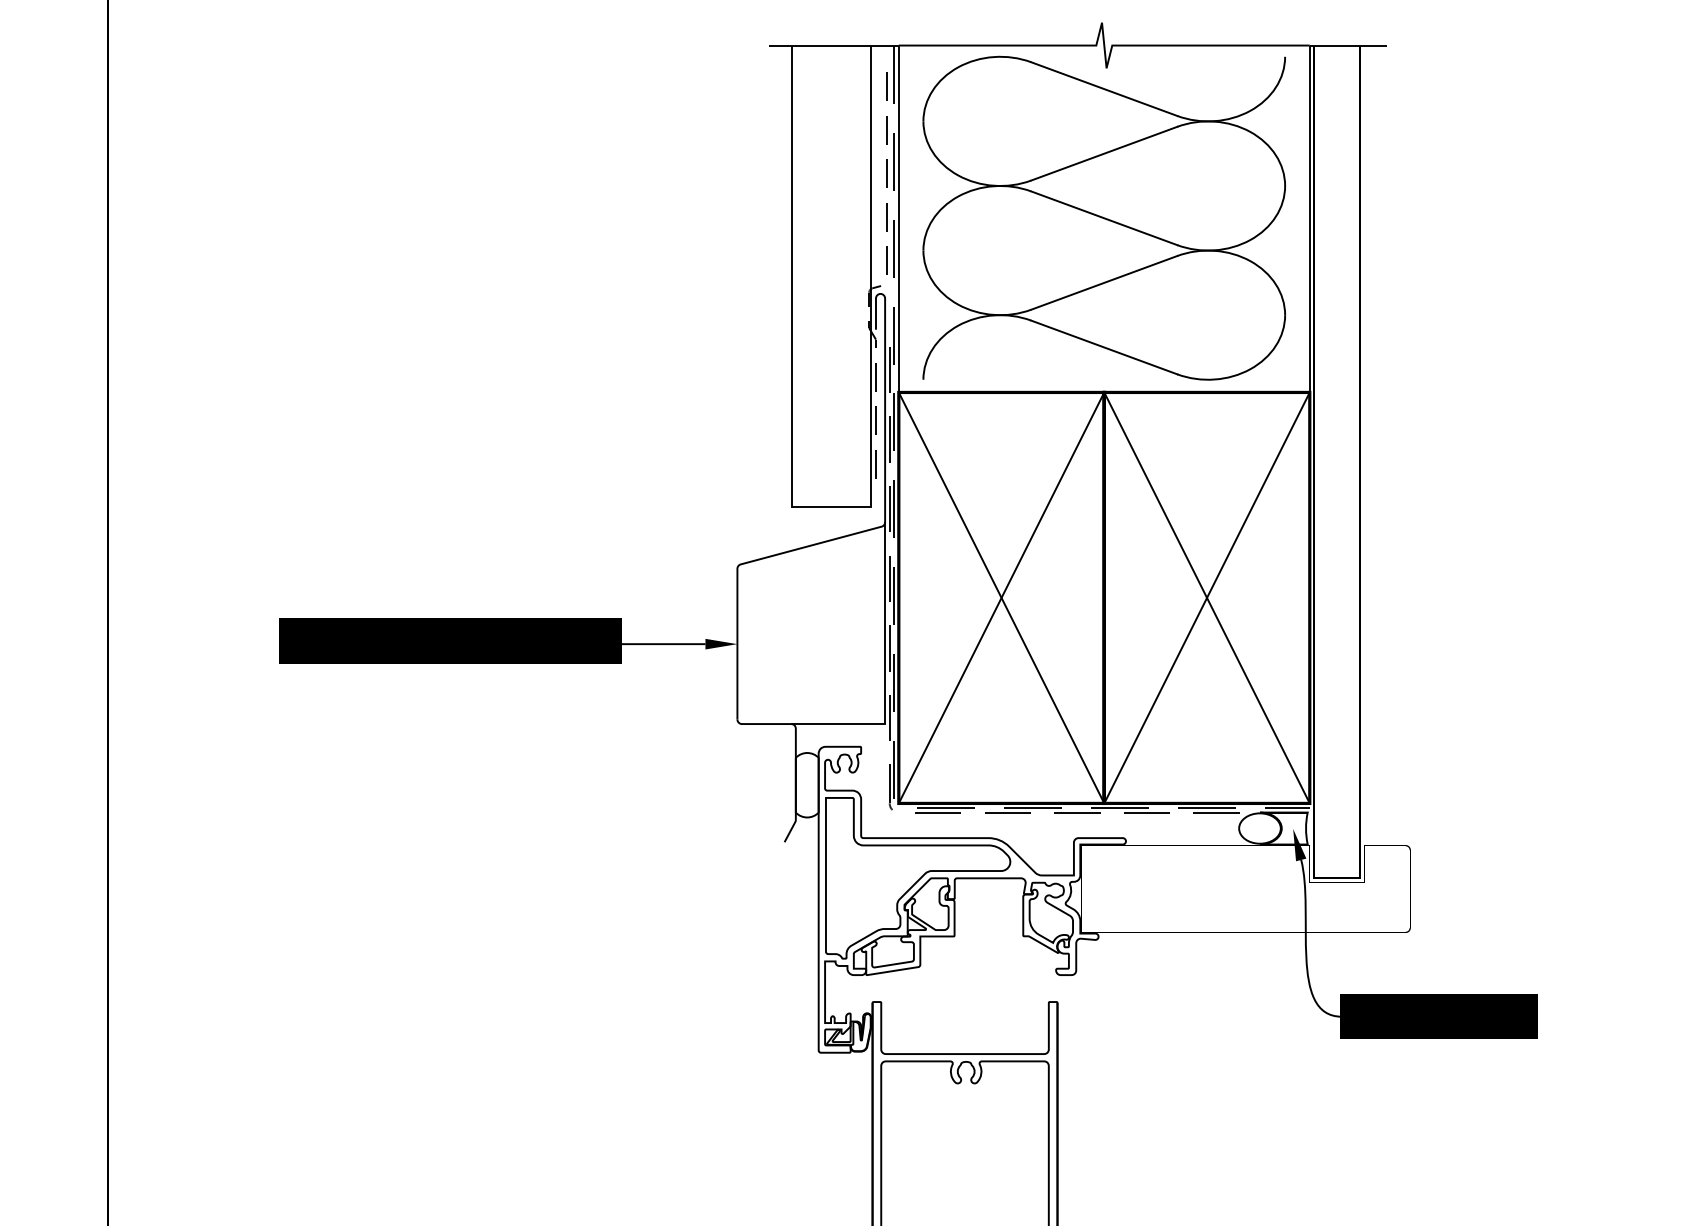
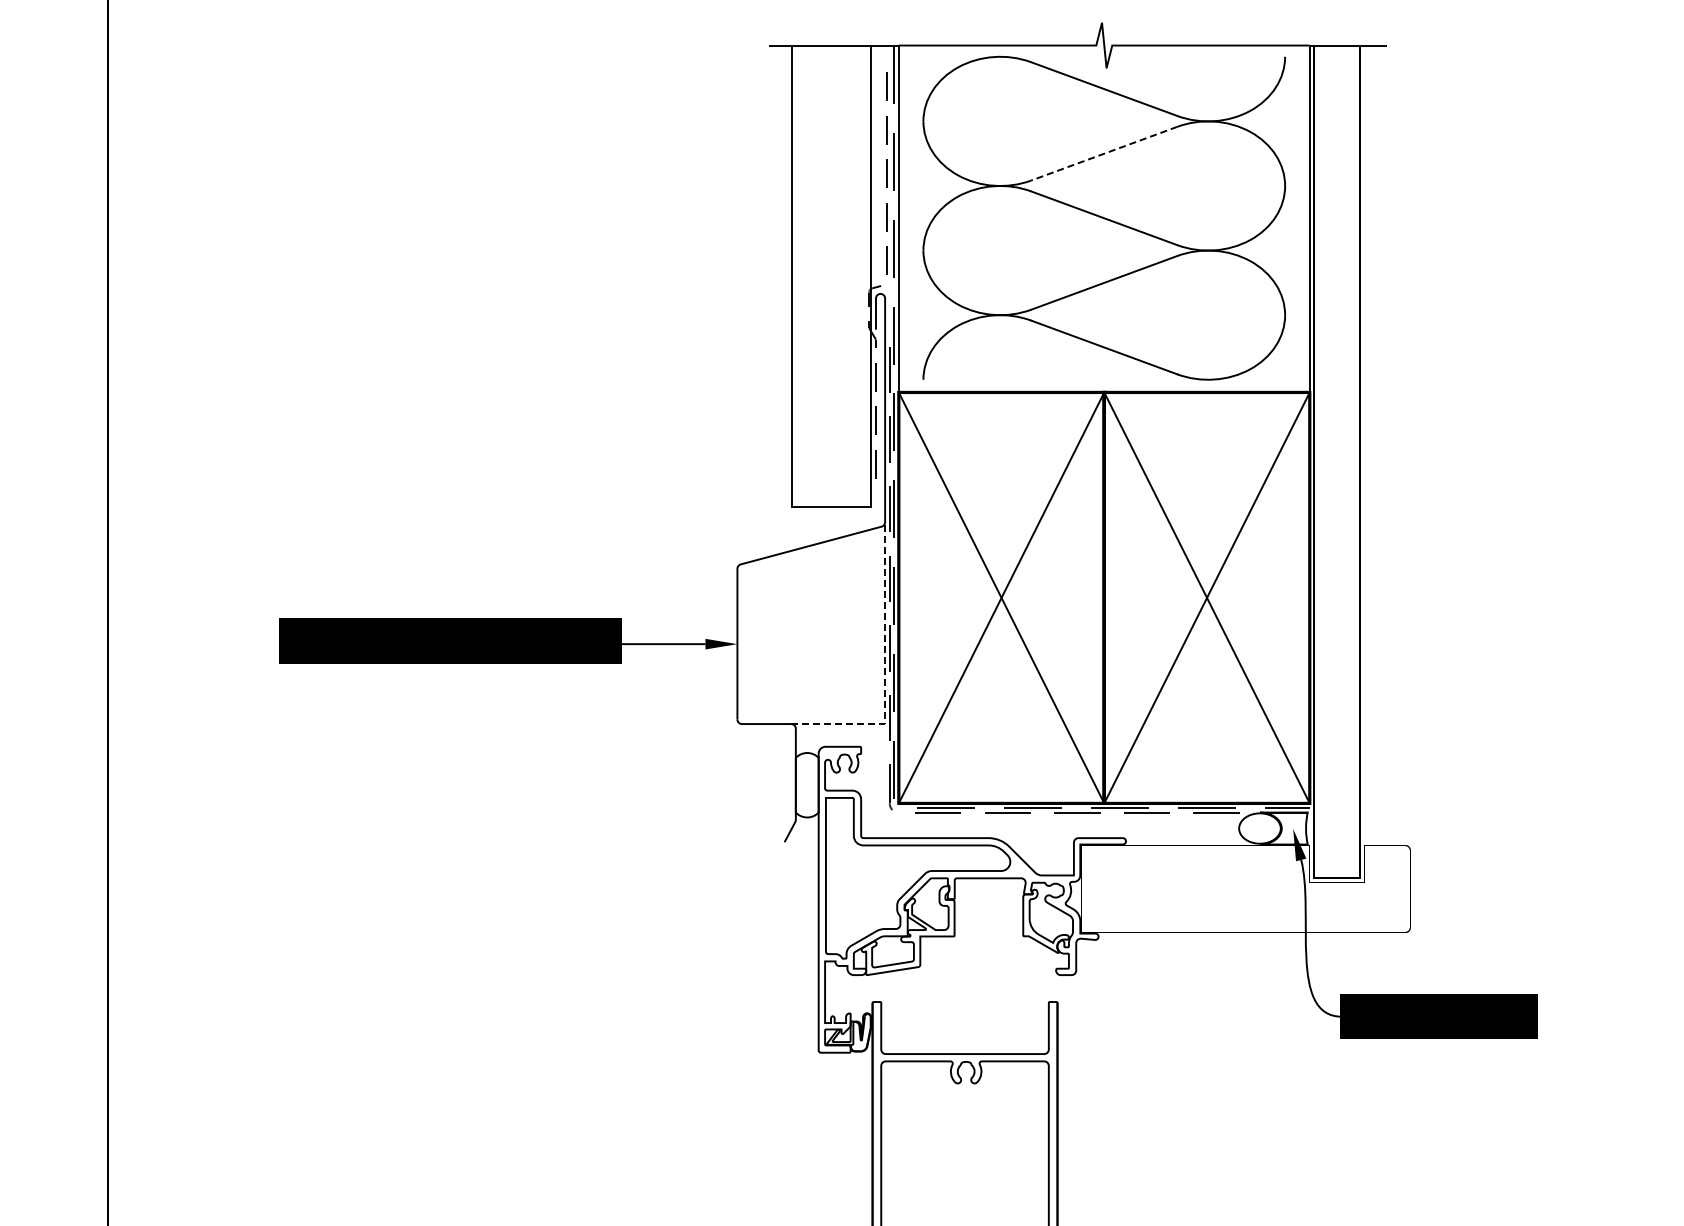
line at (1104, 153): solid -> dashed
line at (885, 670): solid -> dashed
